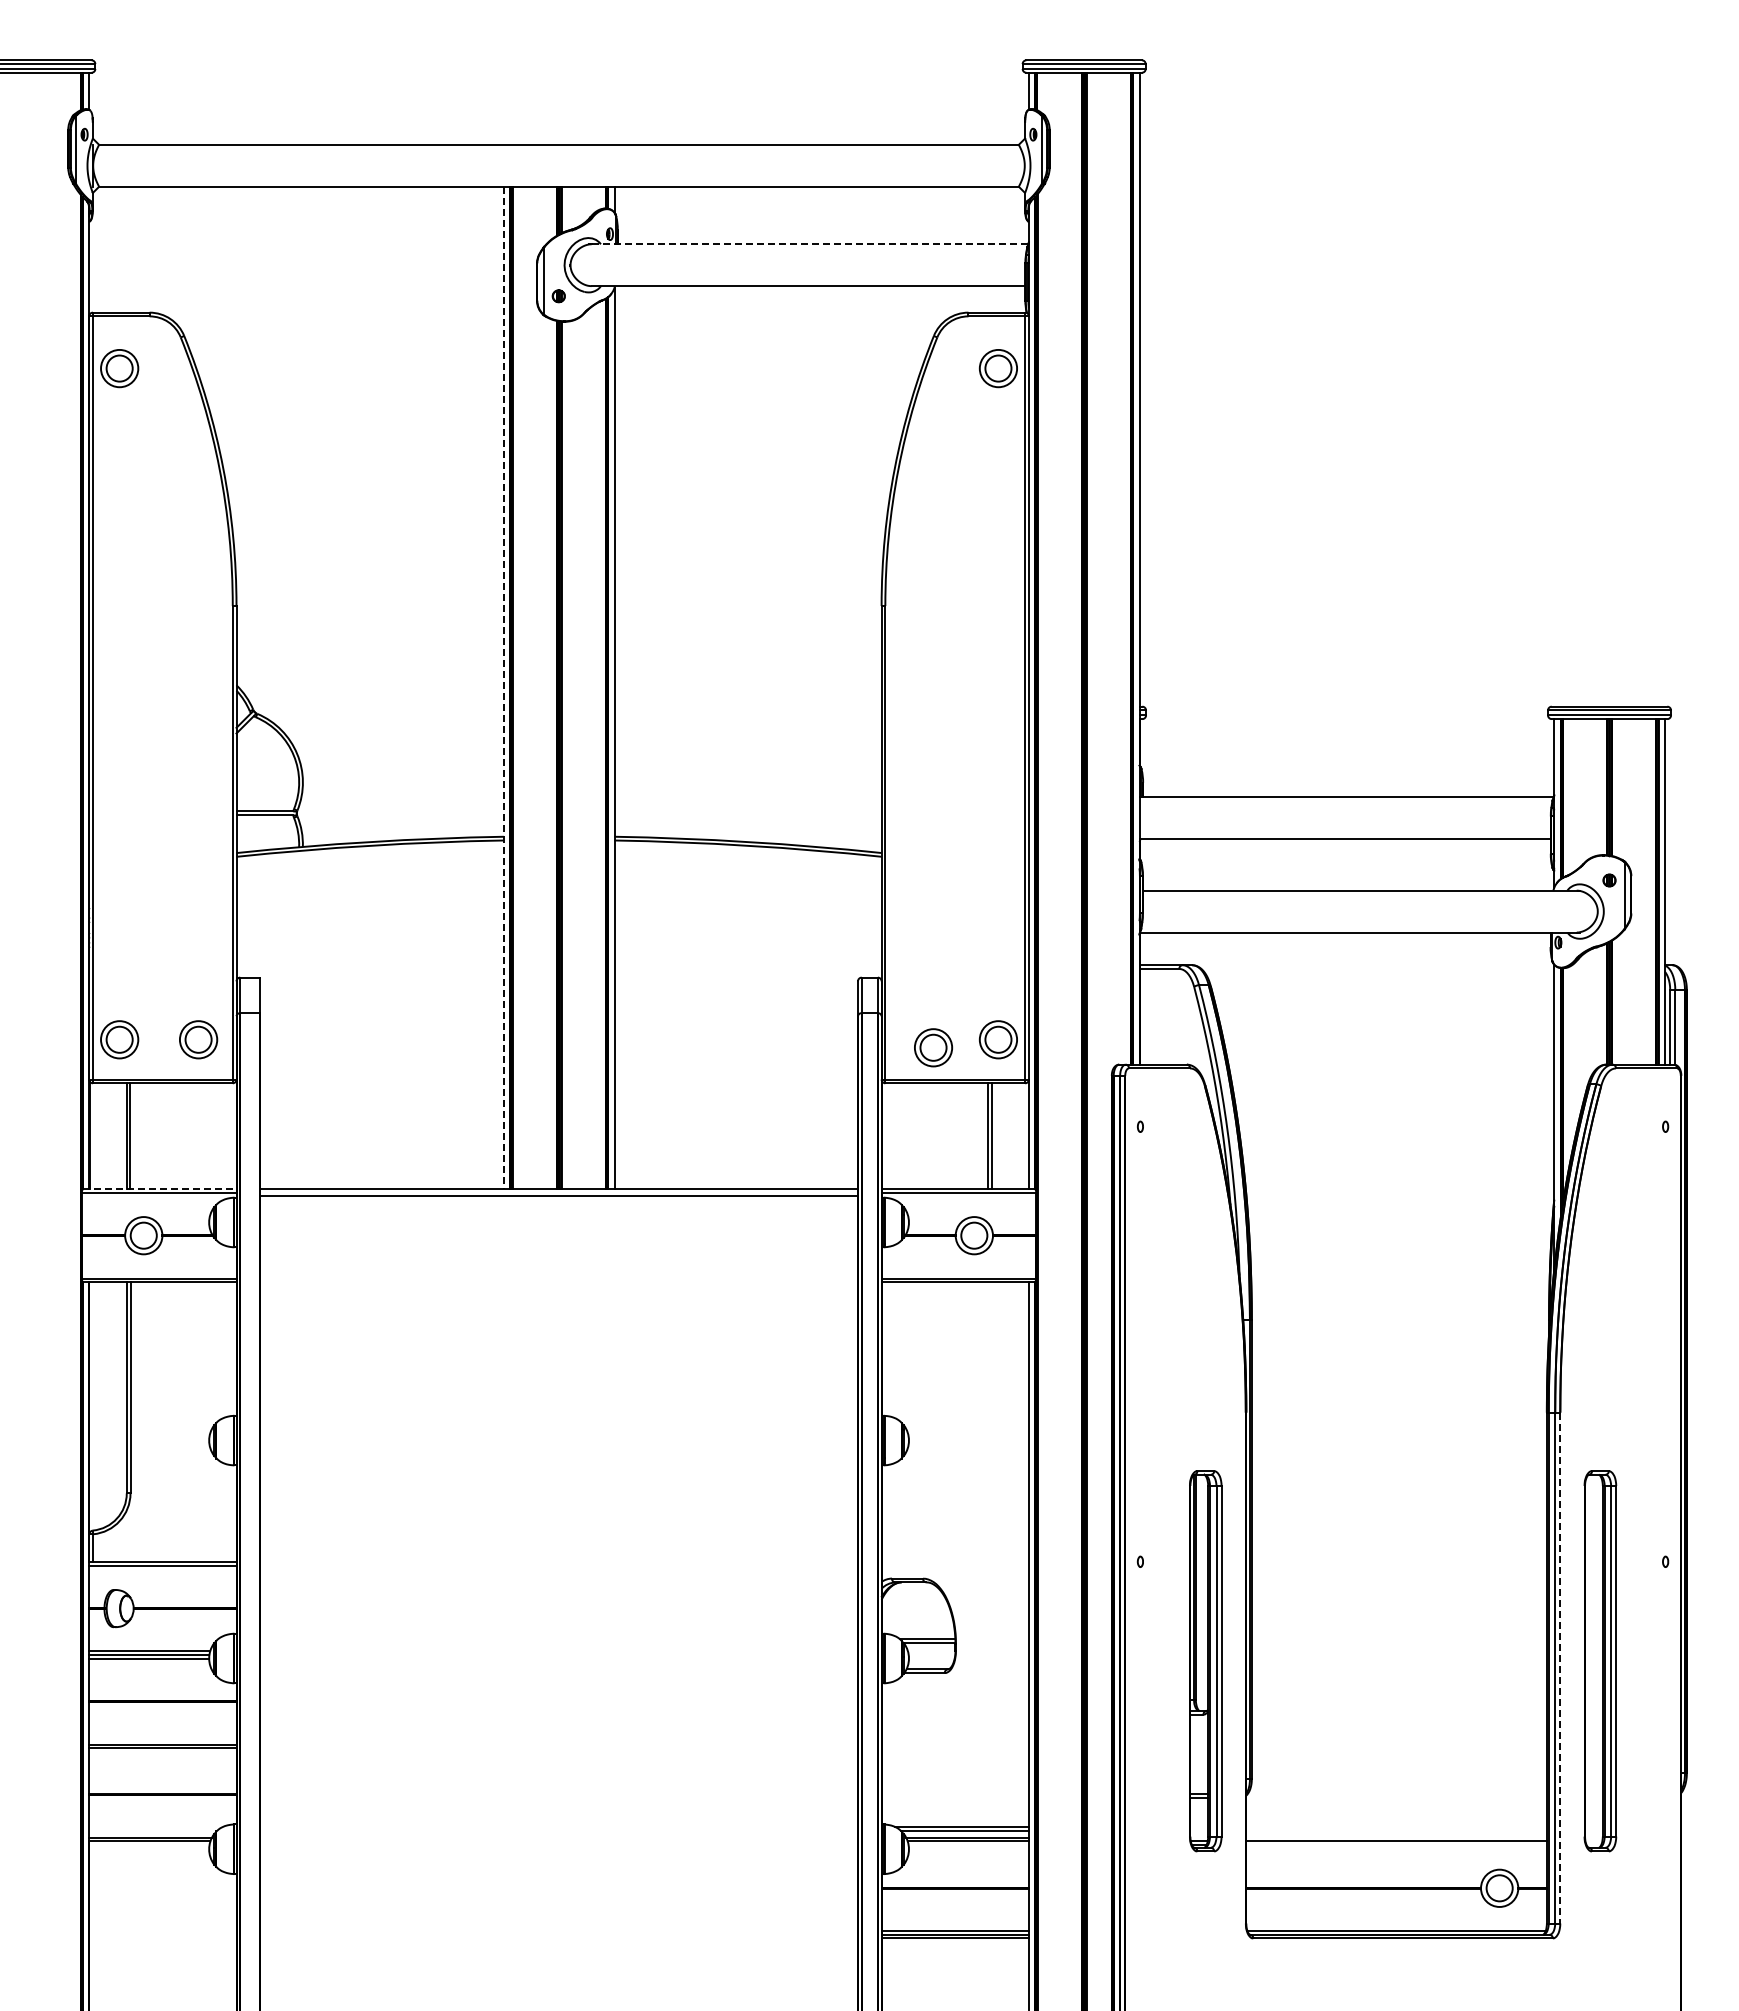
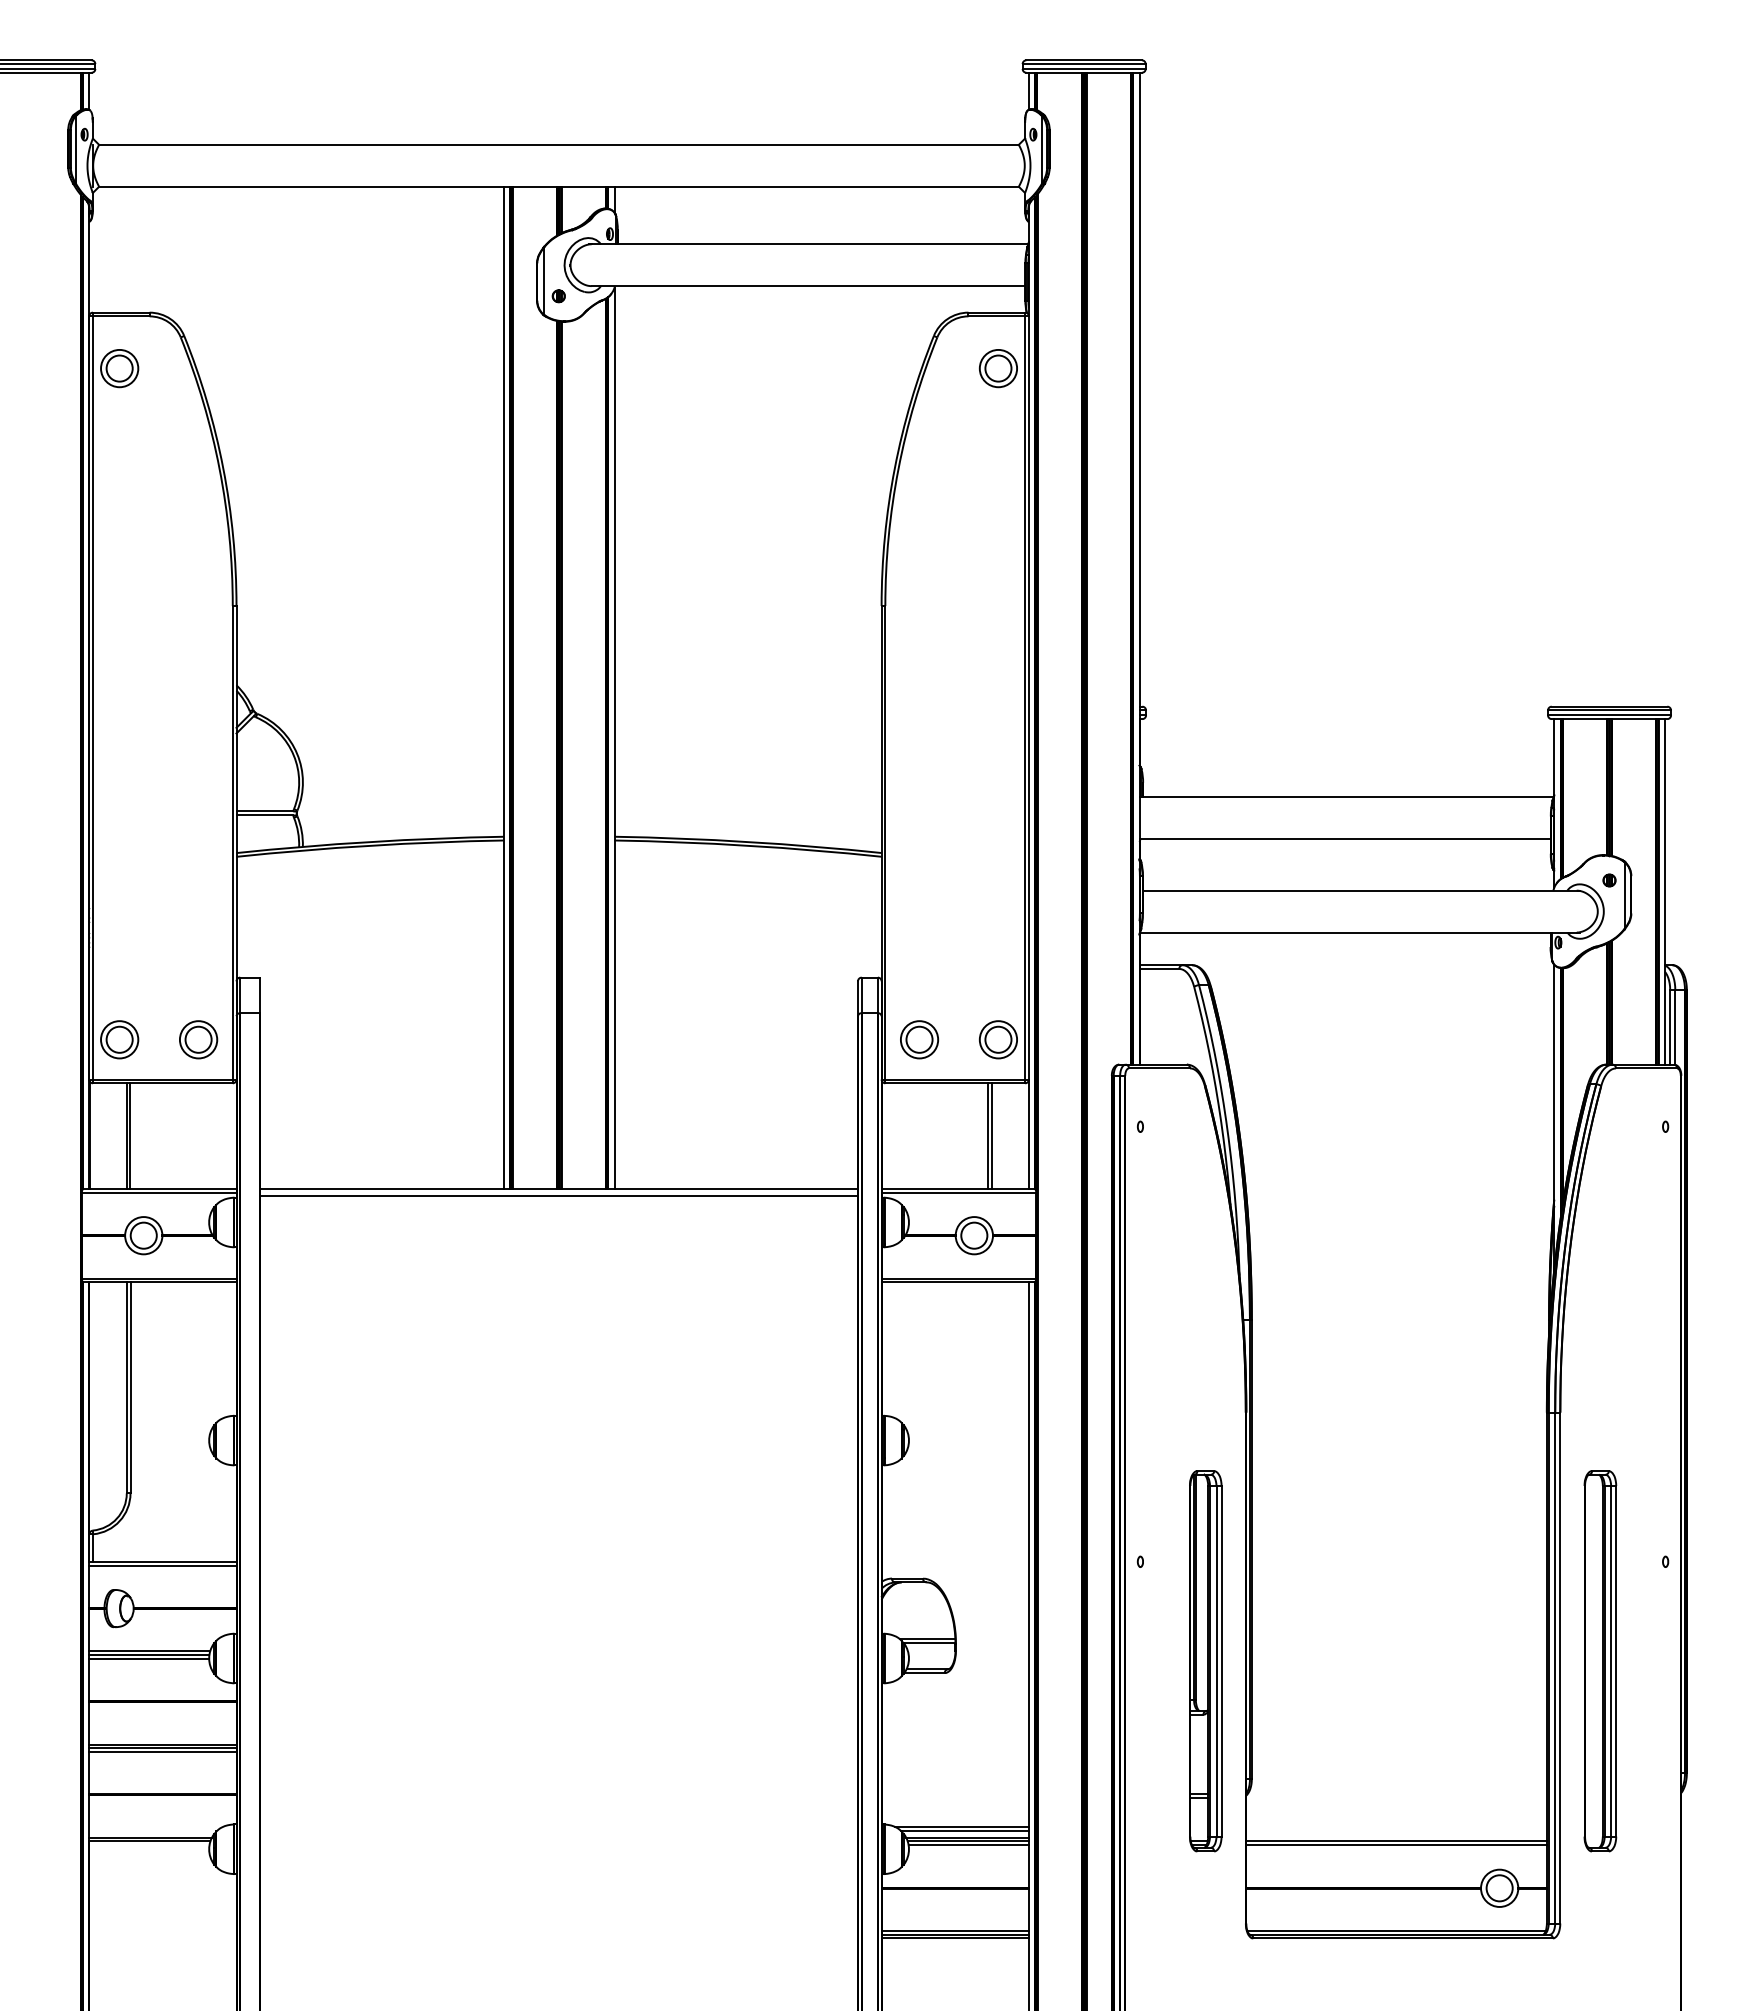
line at (809, 244): dashed -> solid
line at (503, 688): dashed -> solid
part at (933, 1047) position: (933, 1047) -> (919, 1039)
line at (159, 1188): dashed -> solid
line at (1560, 1668): dashed -> solid
line at (162, 1751): none -> present
line at (968, 1845): none -> present
line at (1396, 1845): none -> present
